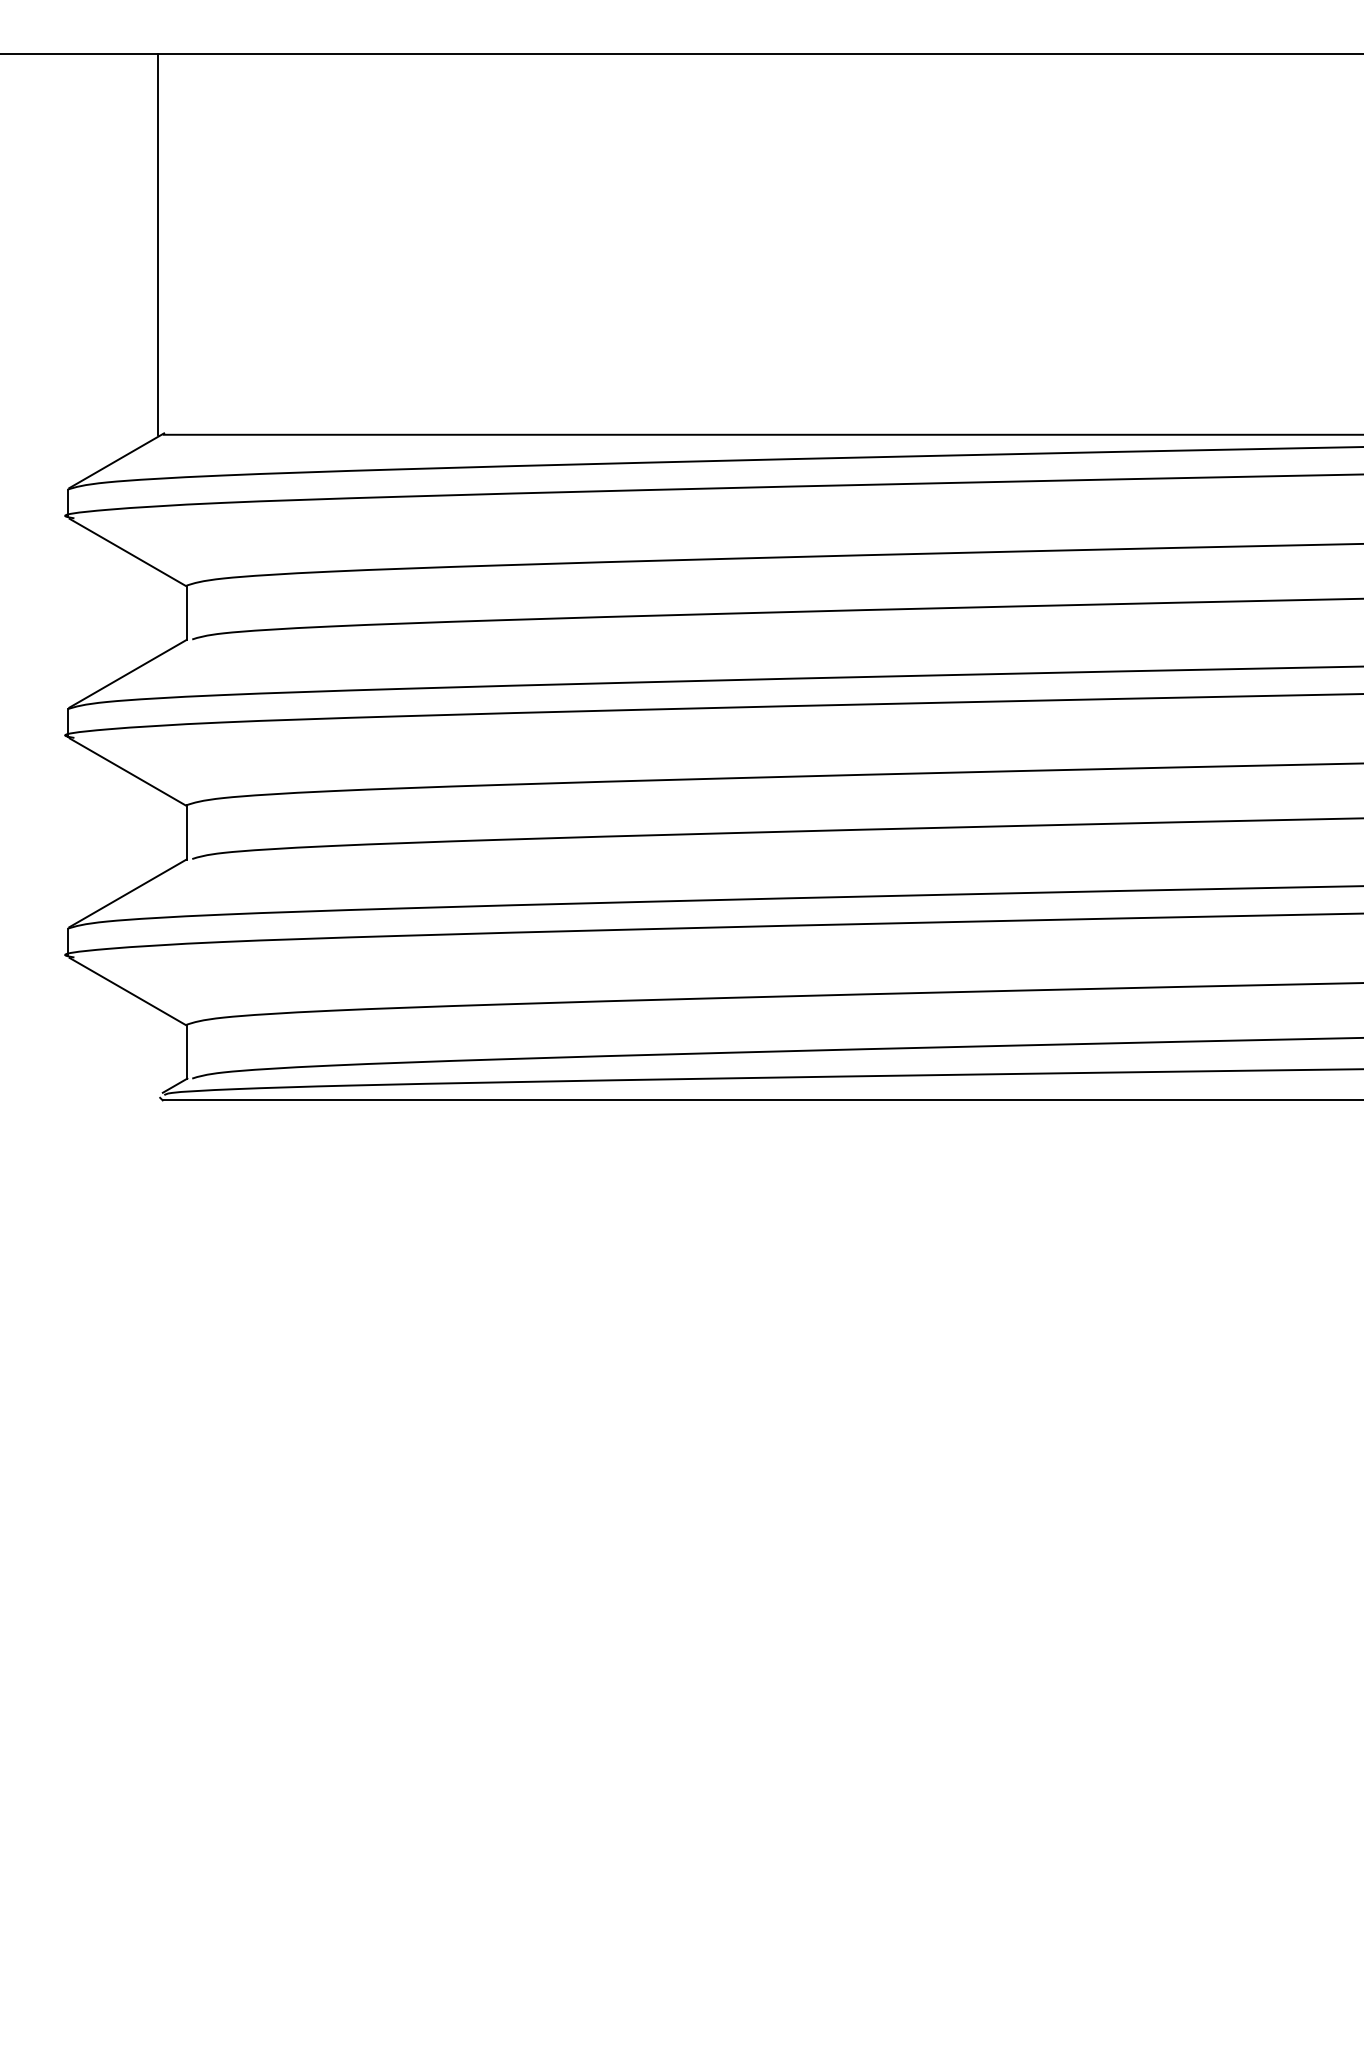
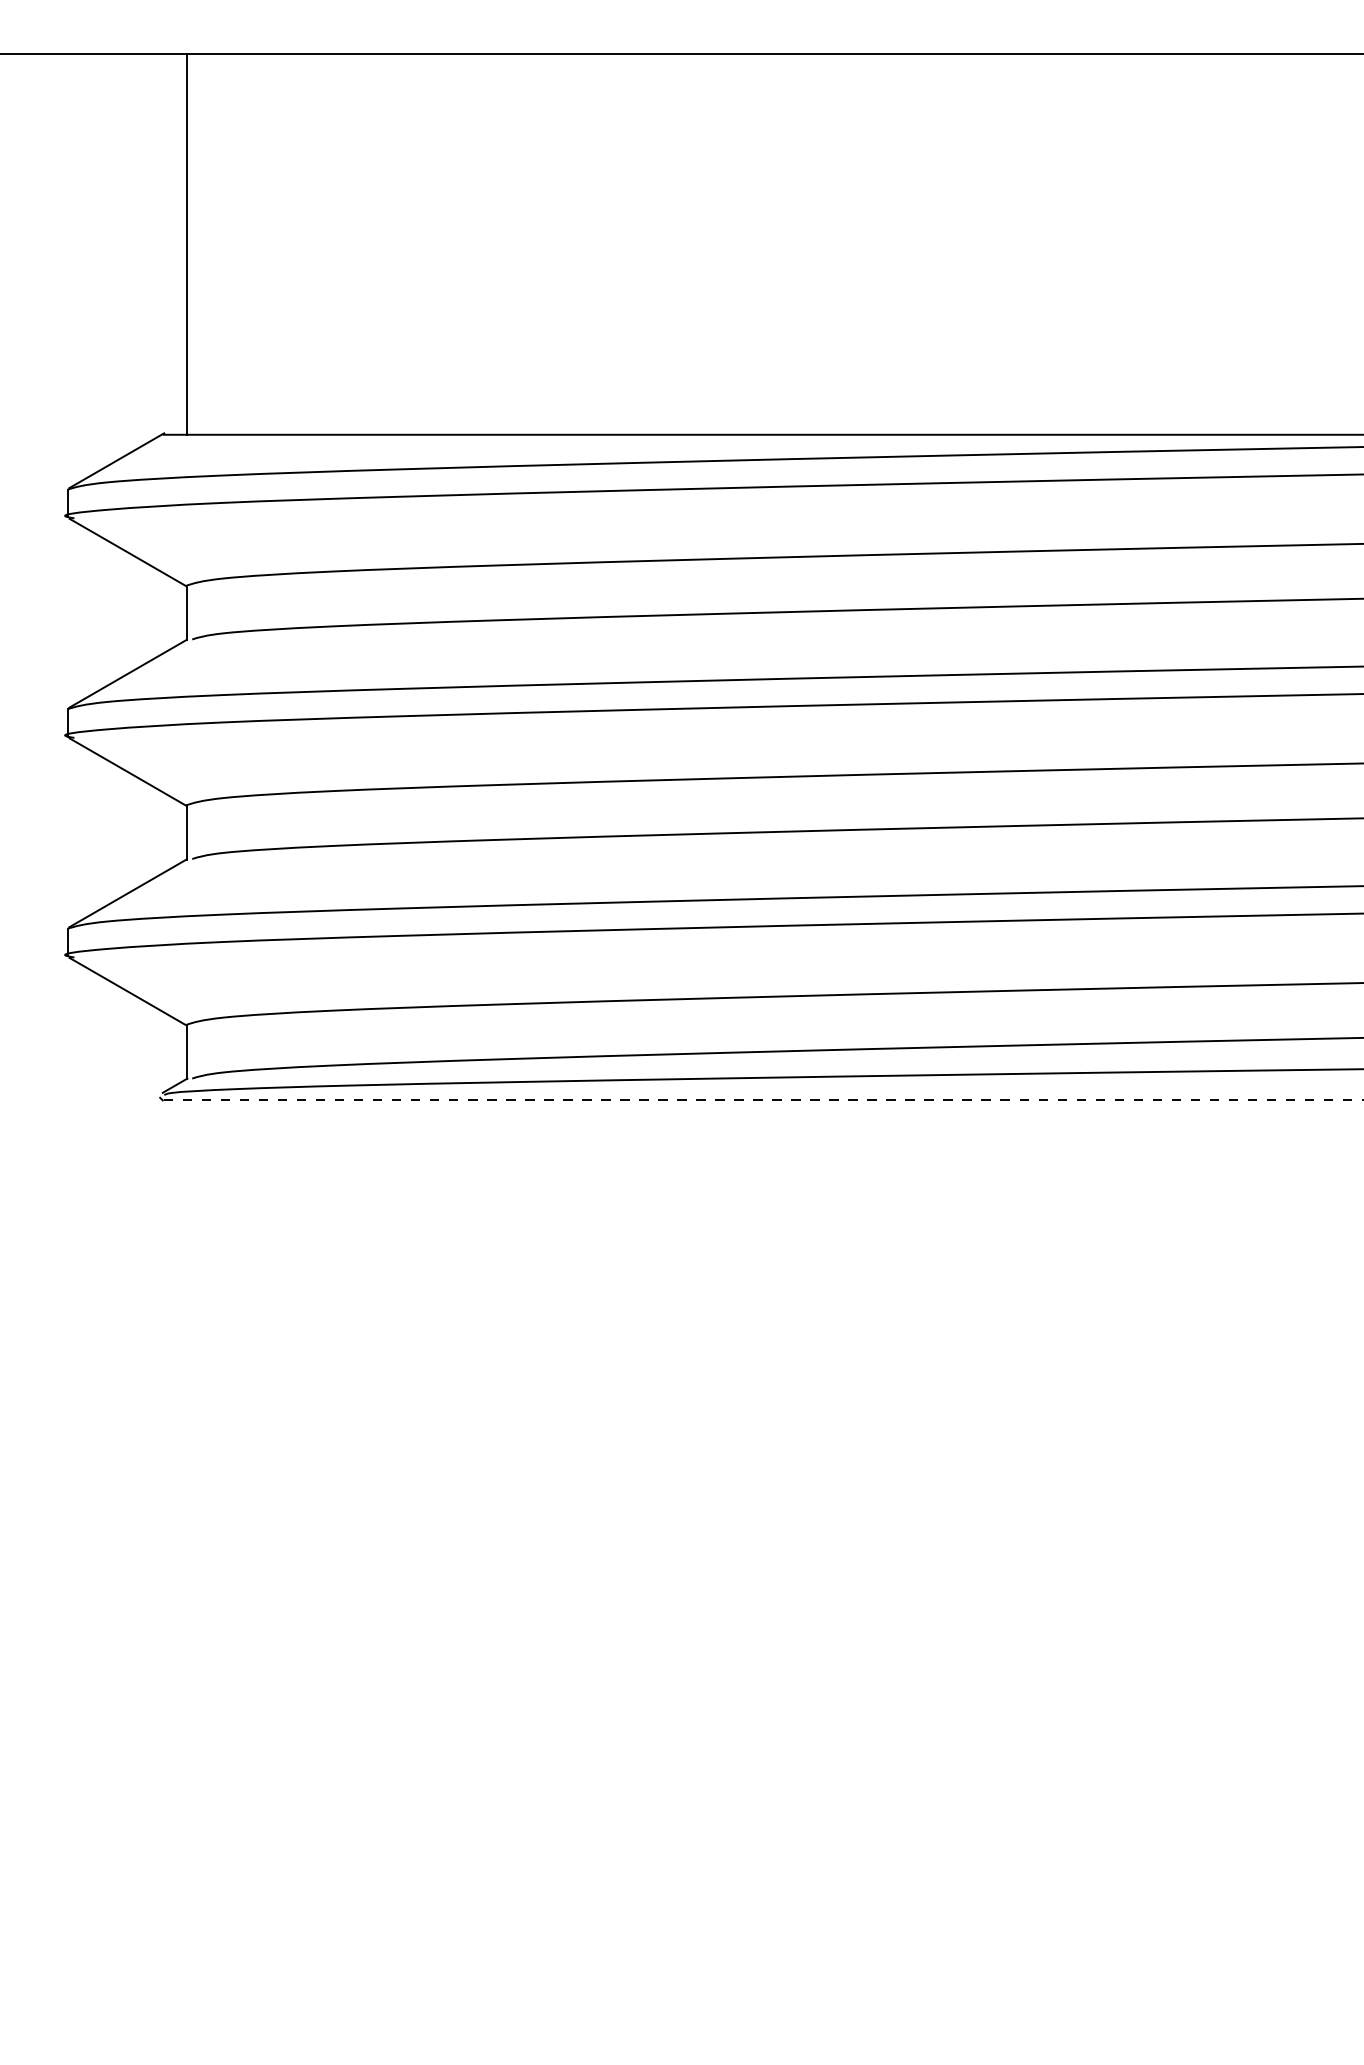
line at (158, 244) position: (158, 244) -> (187, 244)
line at (762, 1100): solid -> dashed
